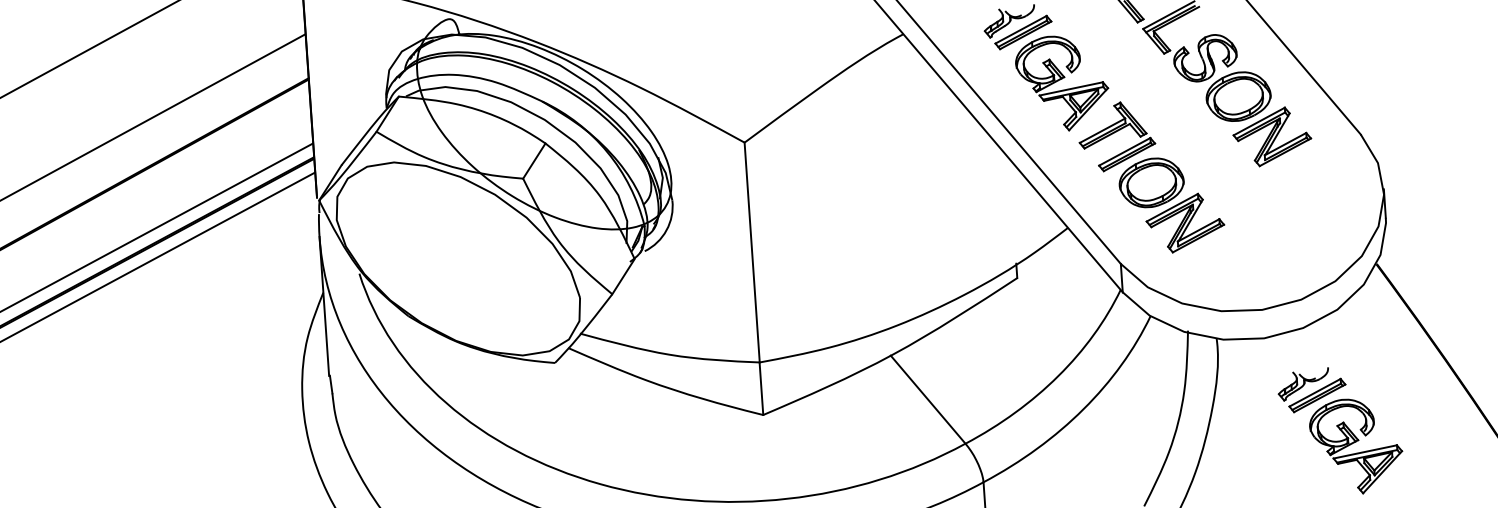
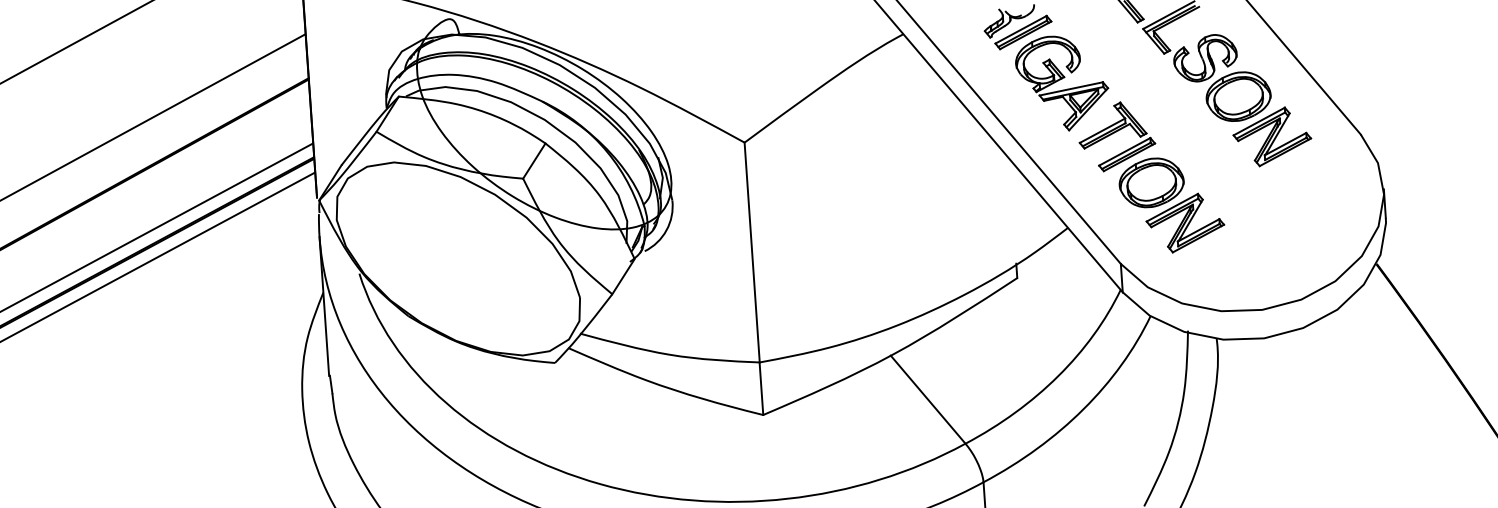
line at (88, 49) position: (88, 49) -> (76, 42)
part at (1340, 430): present -> none
